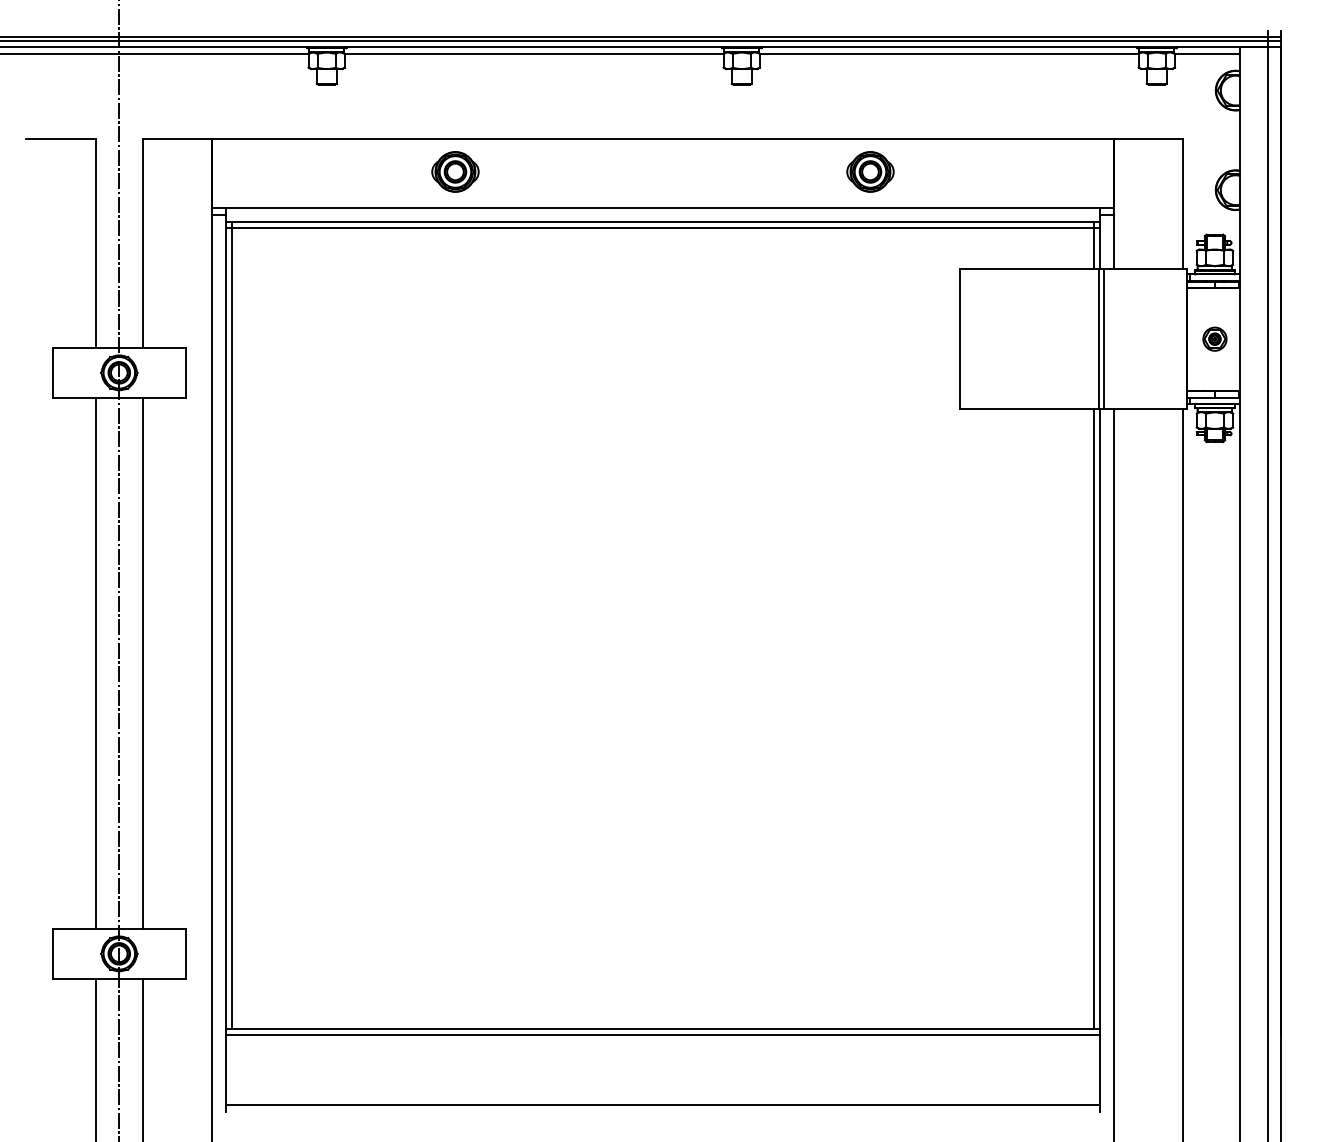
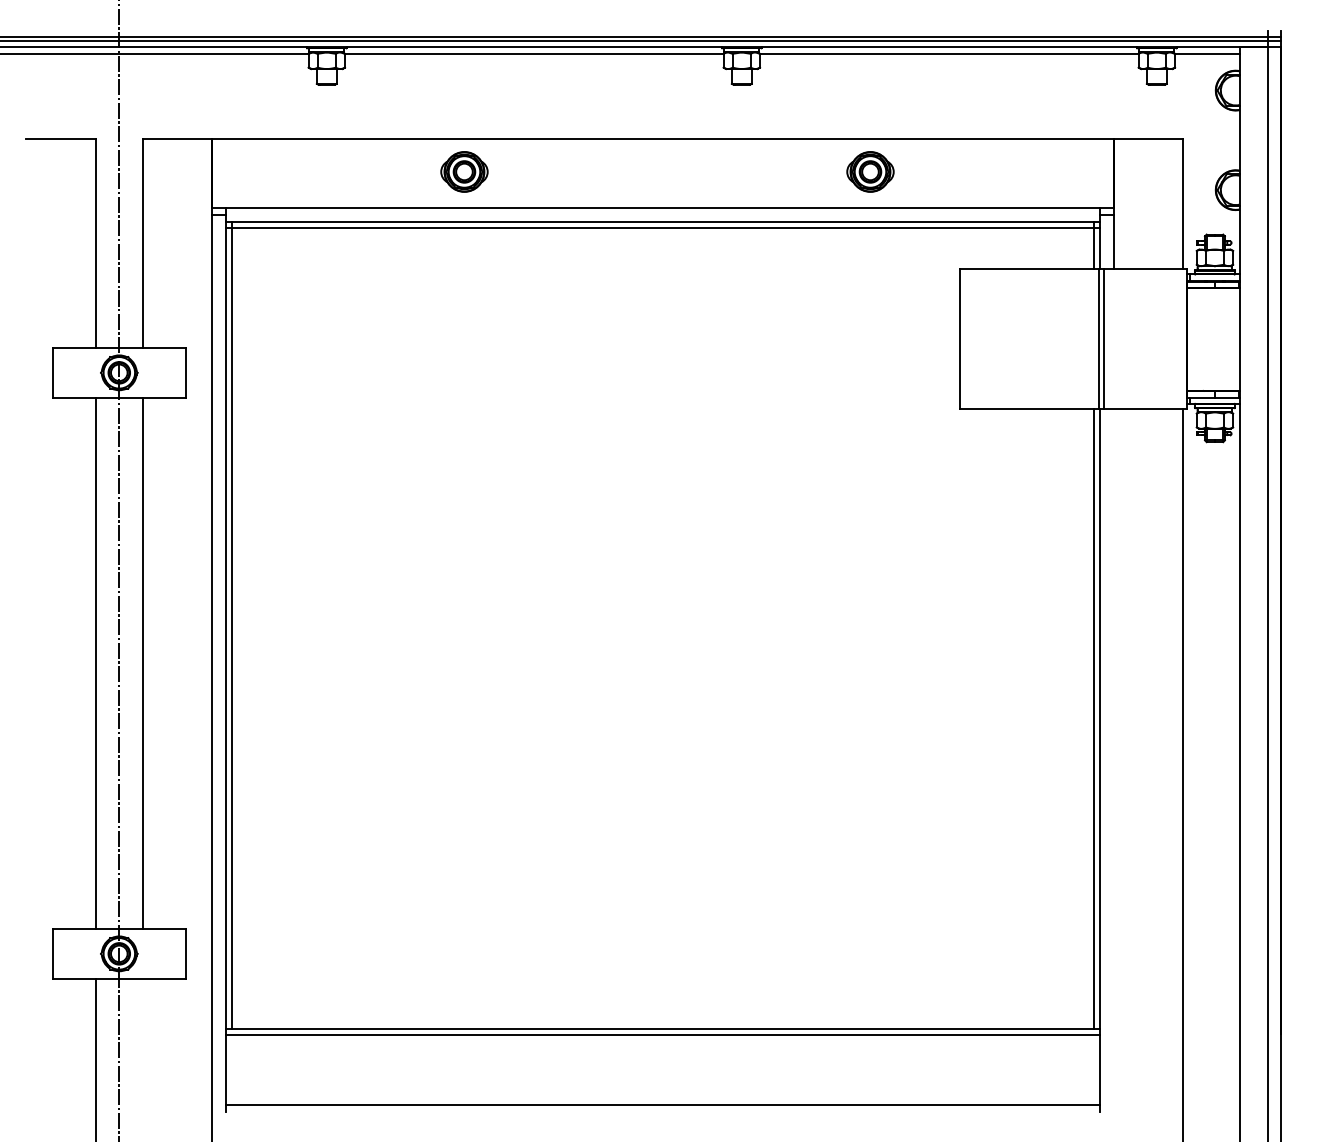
part at (455, 171) position: (455, 171) -> (464, 171)
part at (1214, 338): present -> none
line at (1113, 773): present -> none
line at (142, 1058): present -> none
